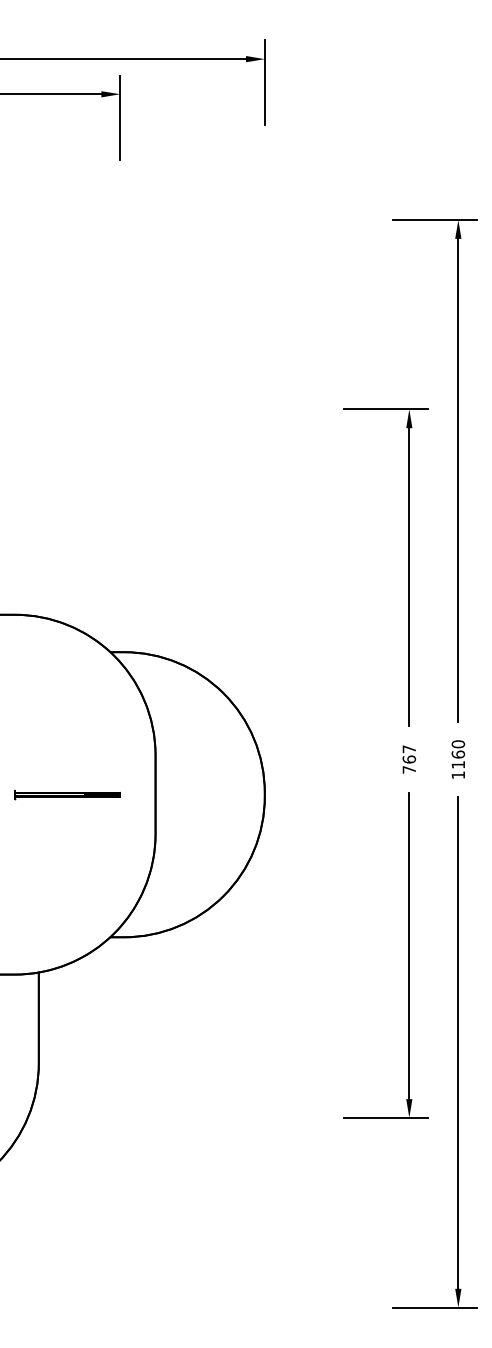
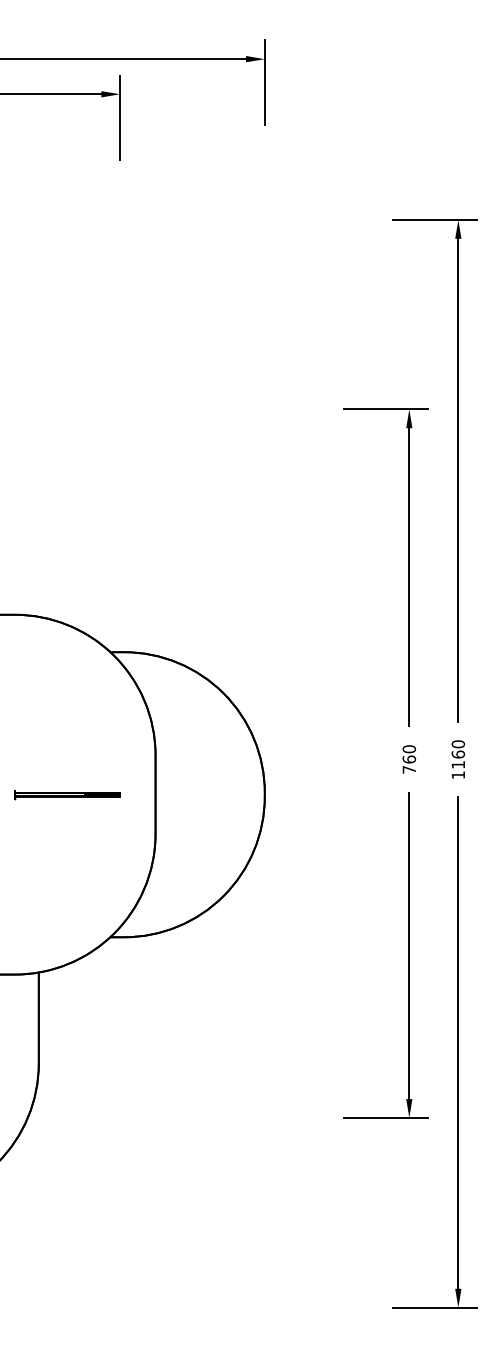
text at (409, 749): 767 -> 760
